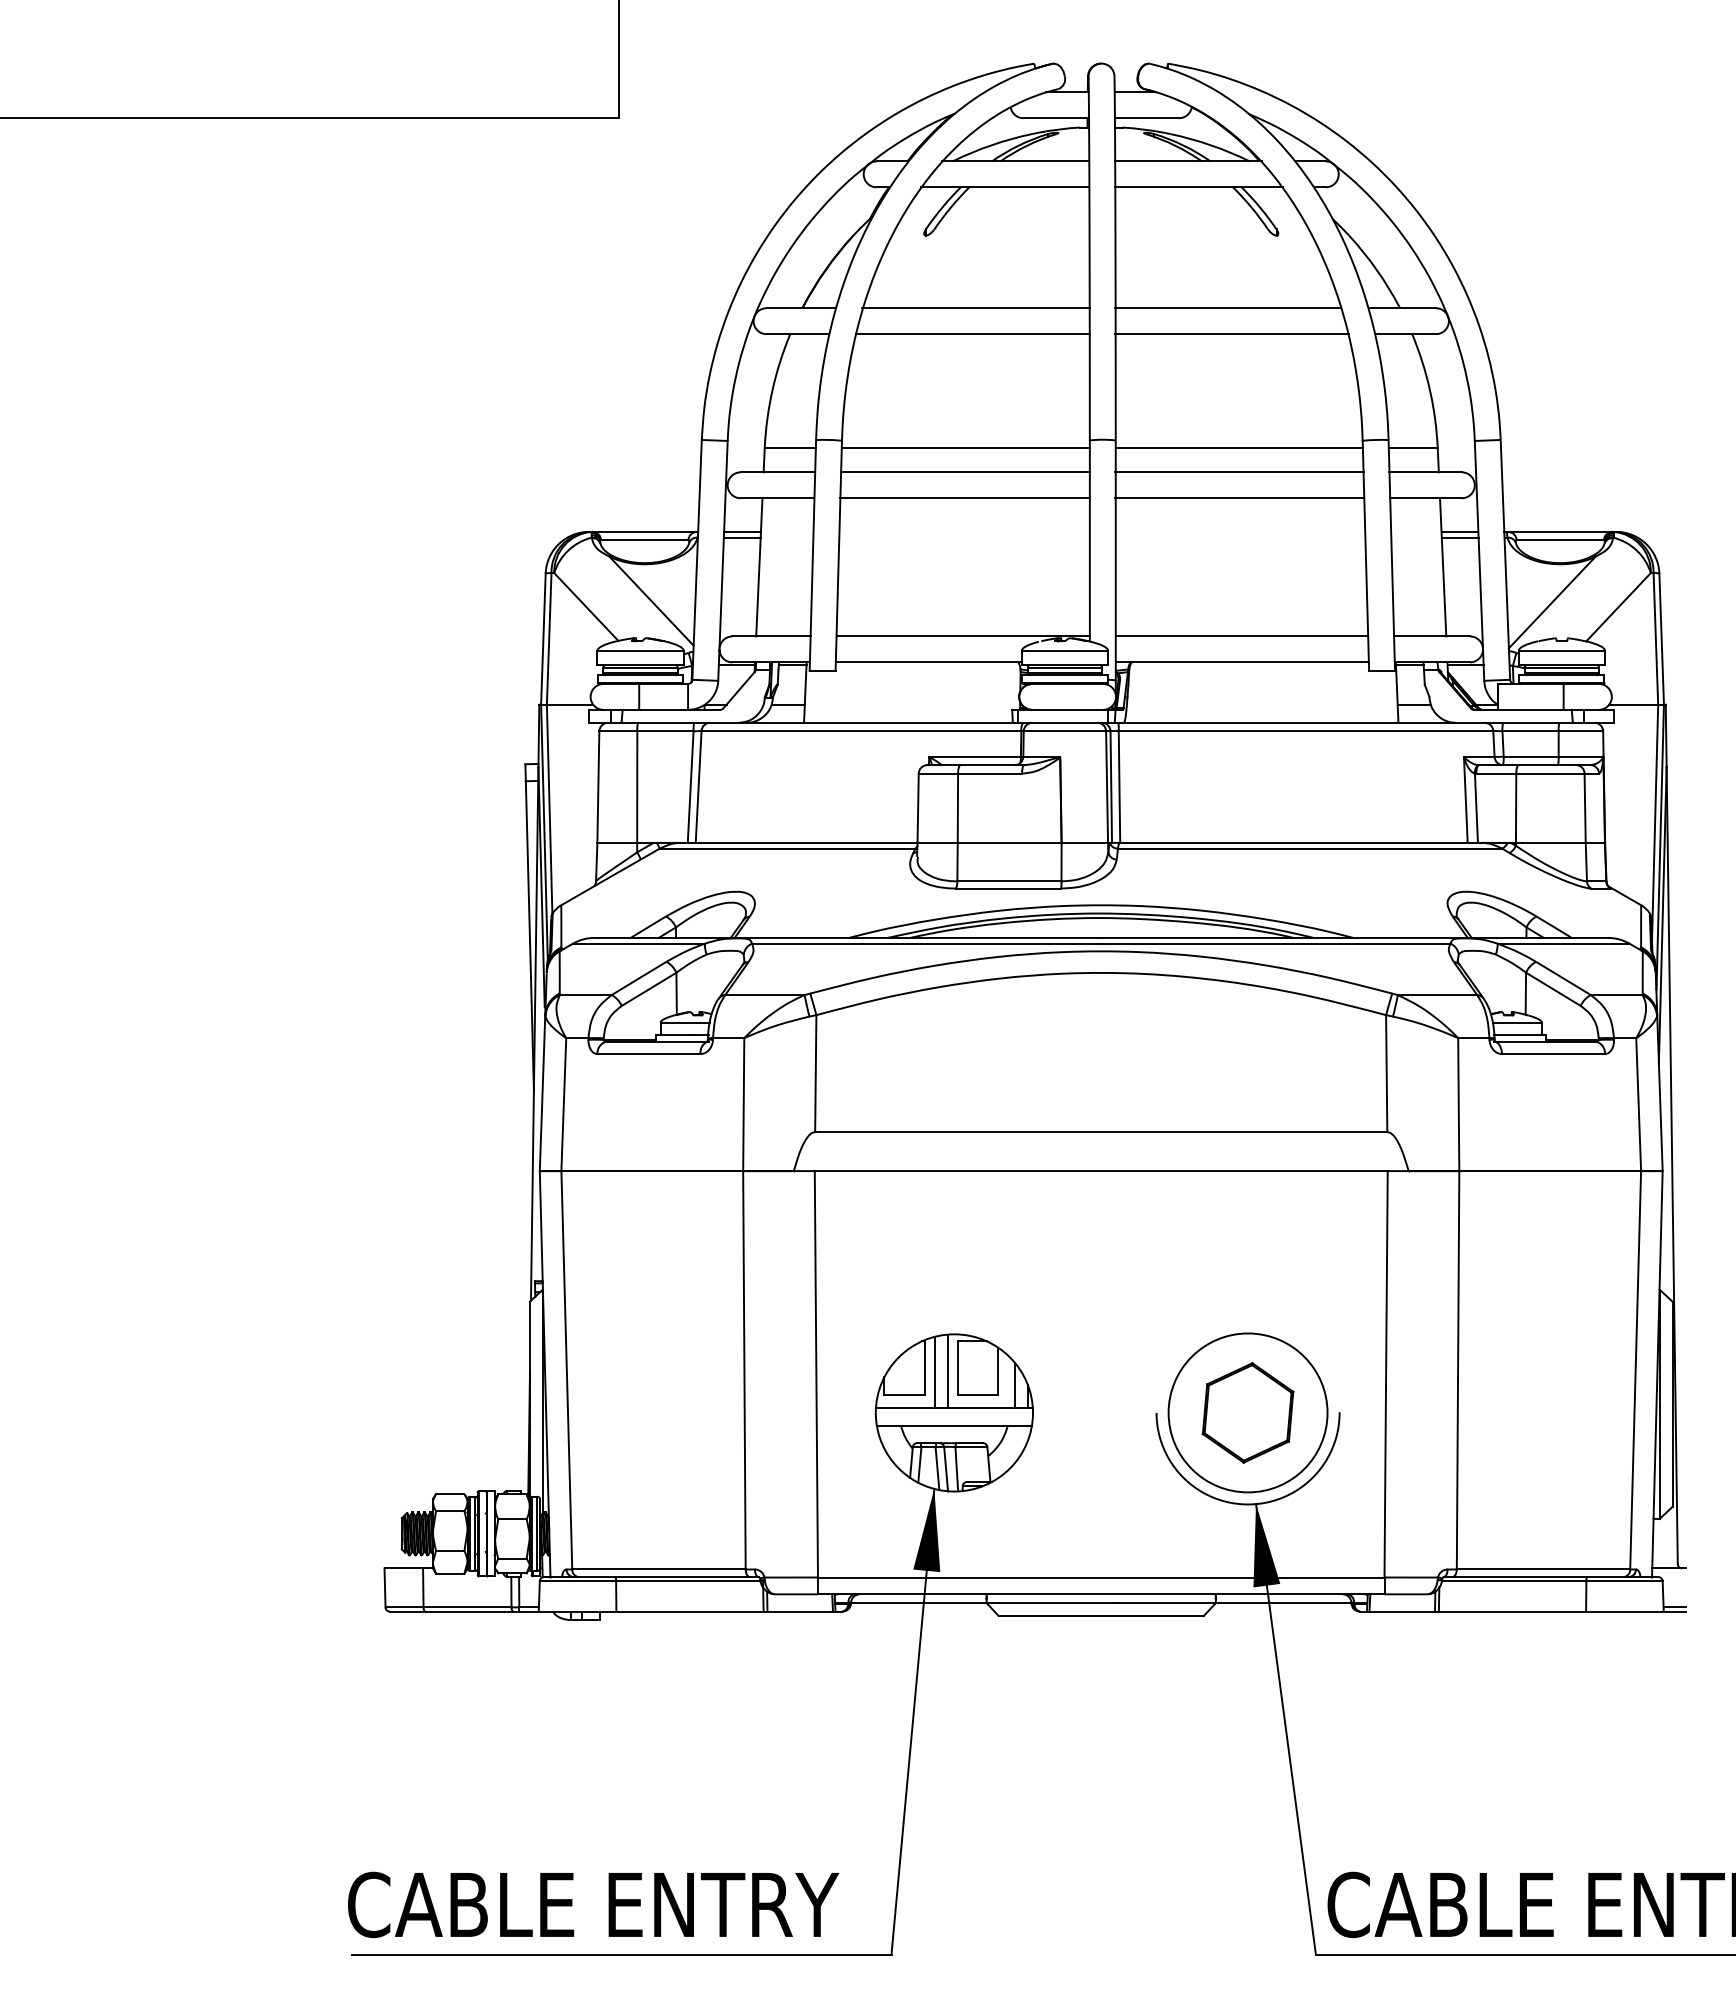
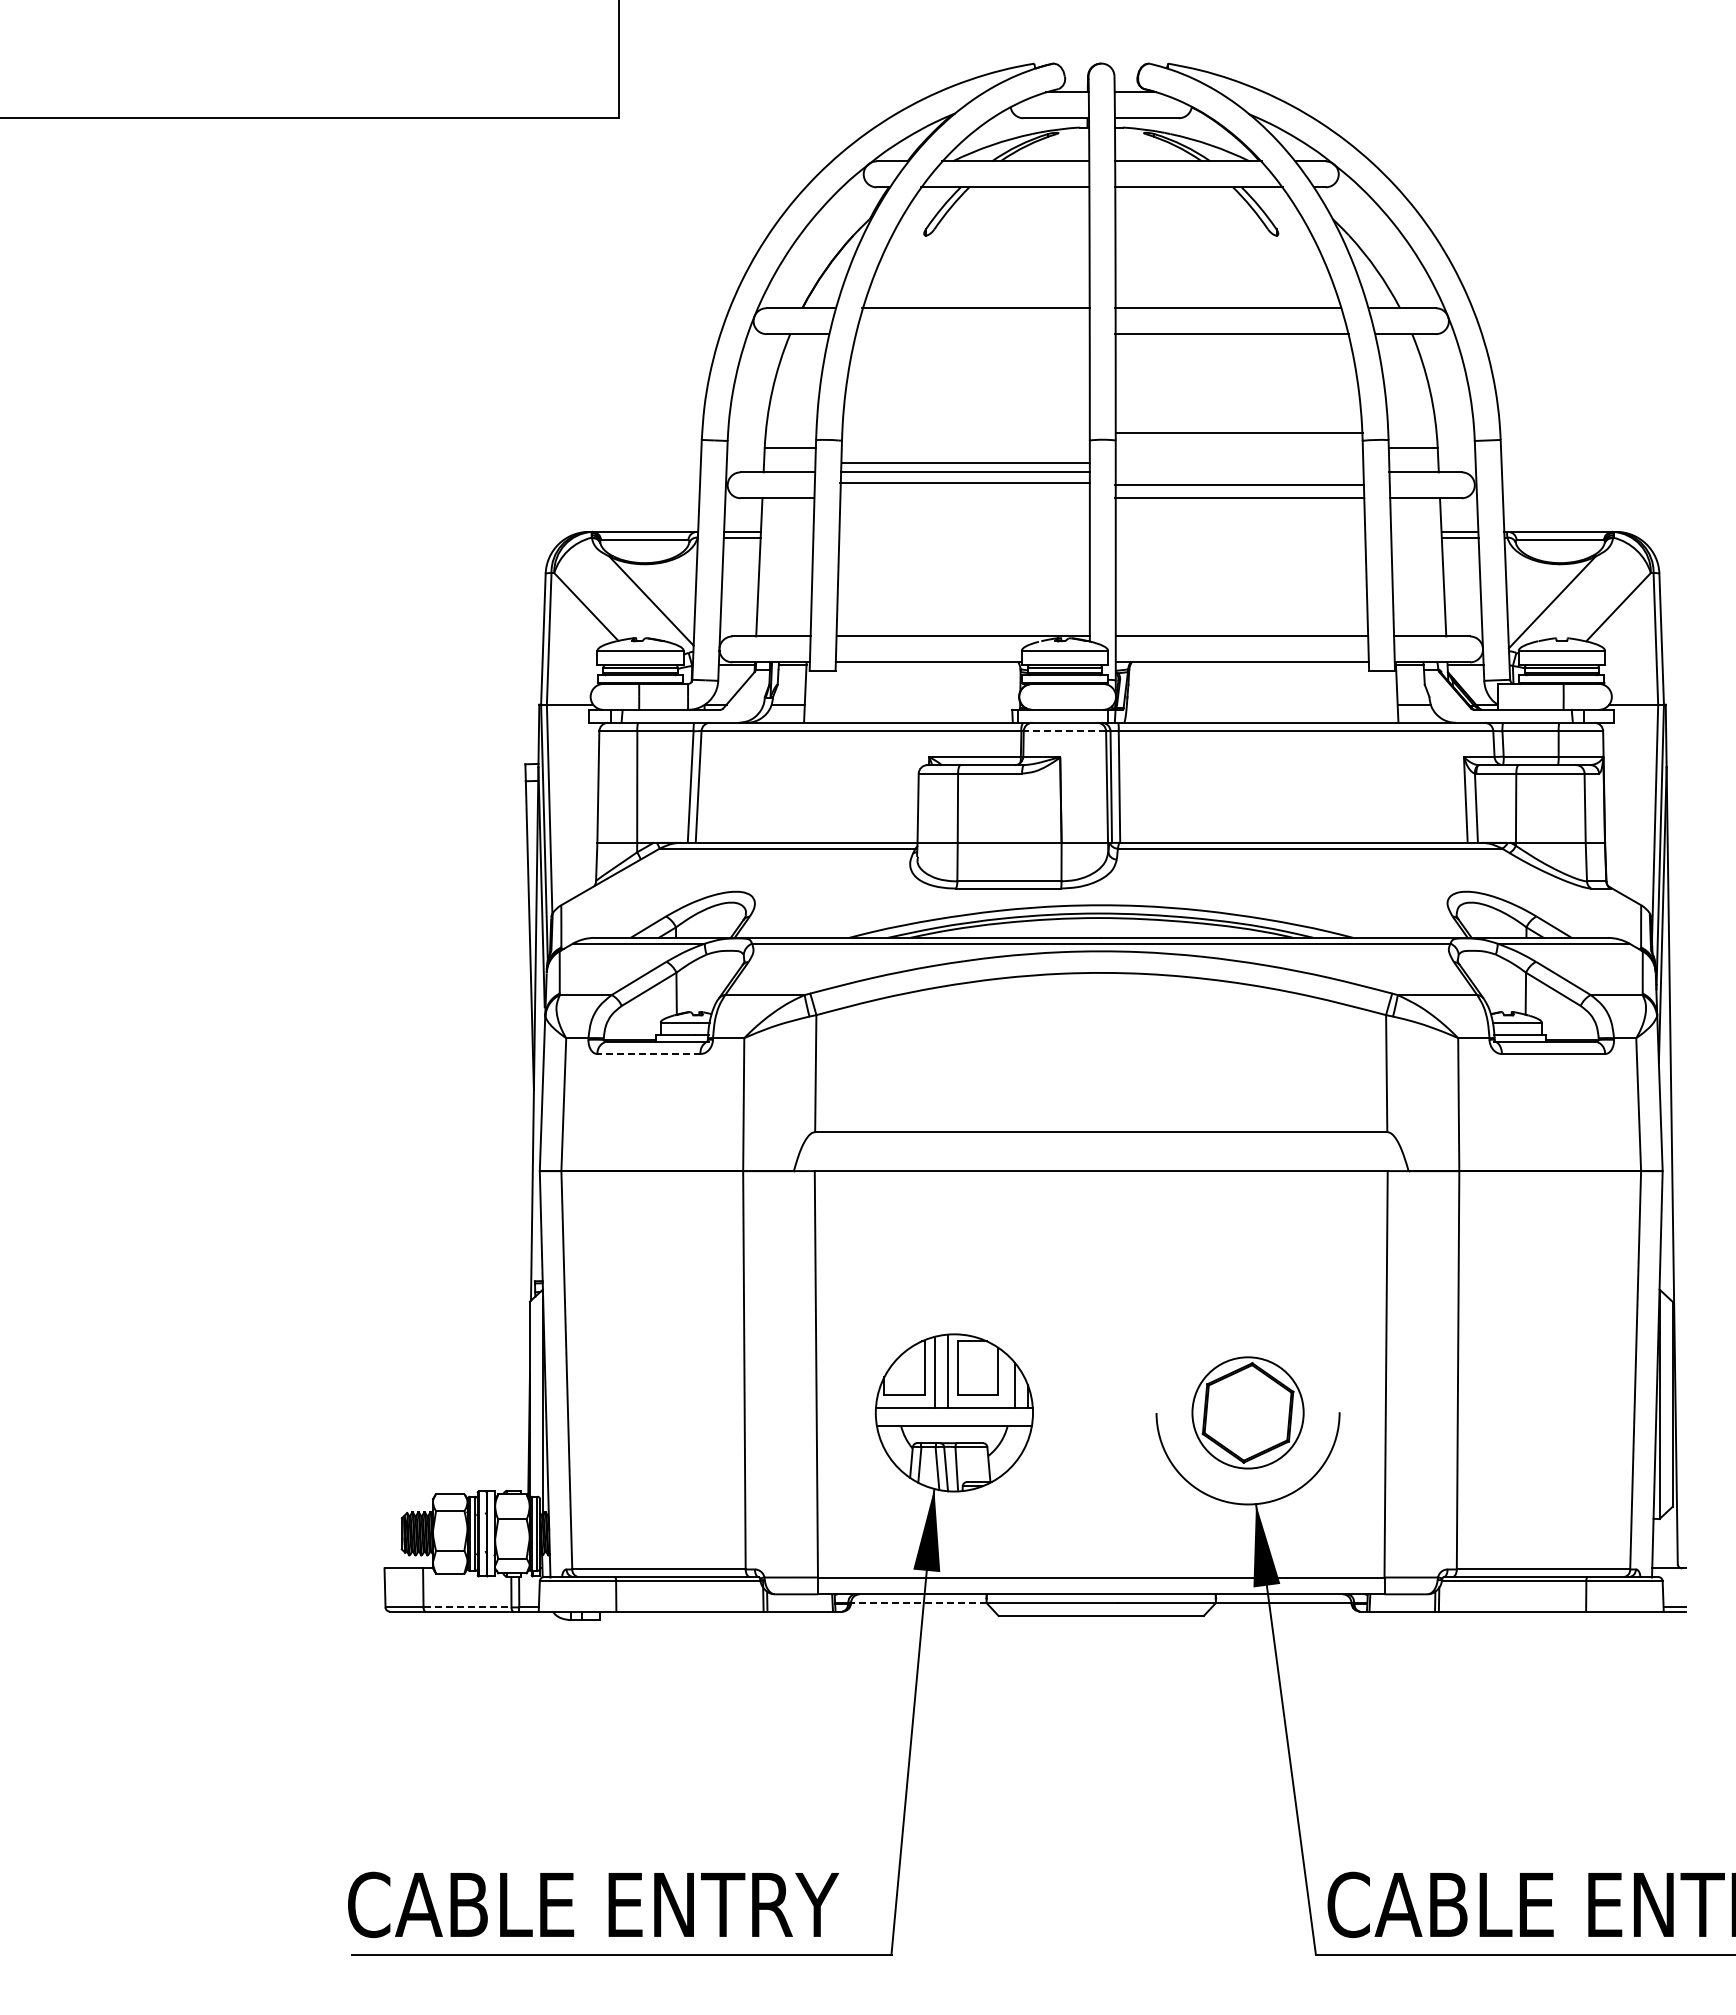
line at (972, 334): present -> none
line at (965, 448) position: (965, 448) -> (965, 463)
line at (1238, 448) position: (1238, 448) -> (1238, 433)
line at (1238, 472) position: (1238, 472) -> (1238, 485)
line at (964, 498) position: (964, 498) -> (964, 483)
line at (1064, 731): solid -> dashed
line at (649, 1054): solid -> dashed
circle at (1247, 1412) diameter: 159 px -> 111 px
line at (918, 1602): solid -> dashed
line at (467, 1607): solid -> dashed
